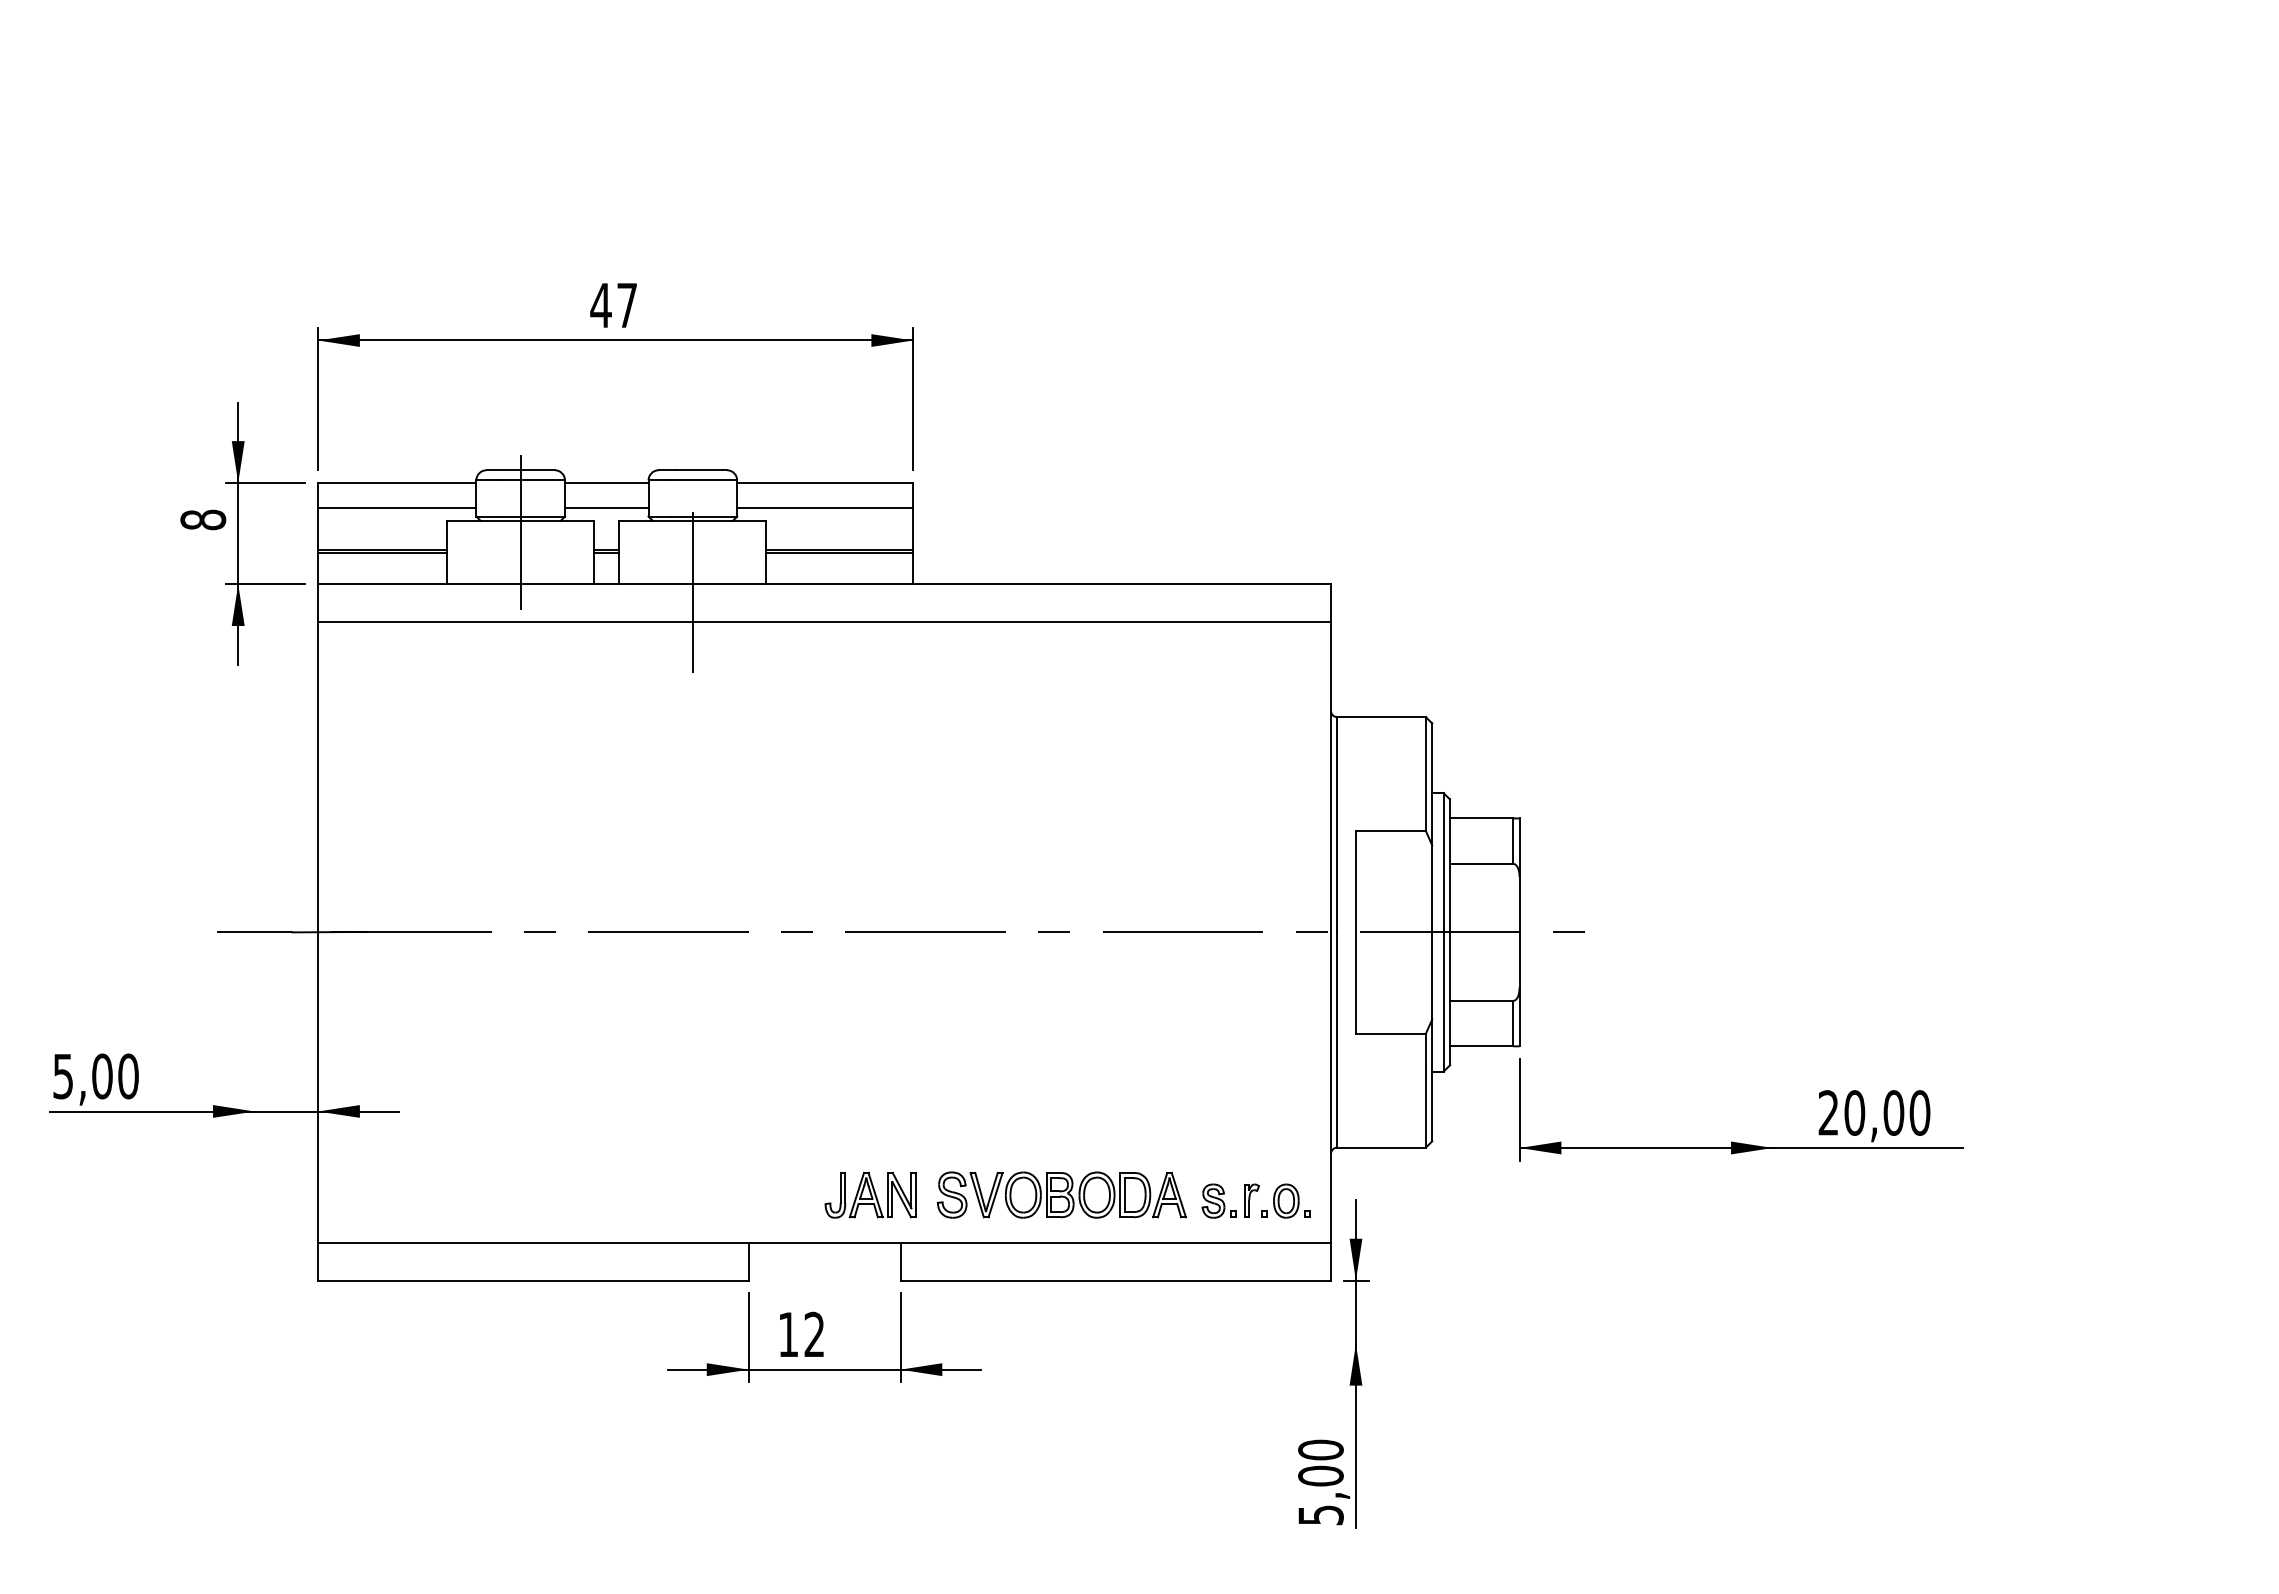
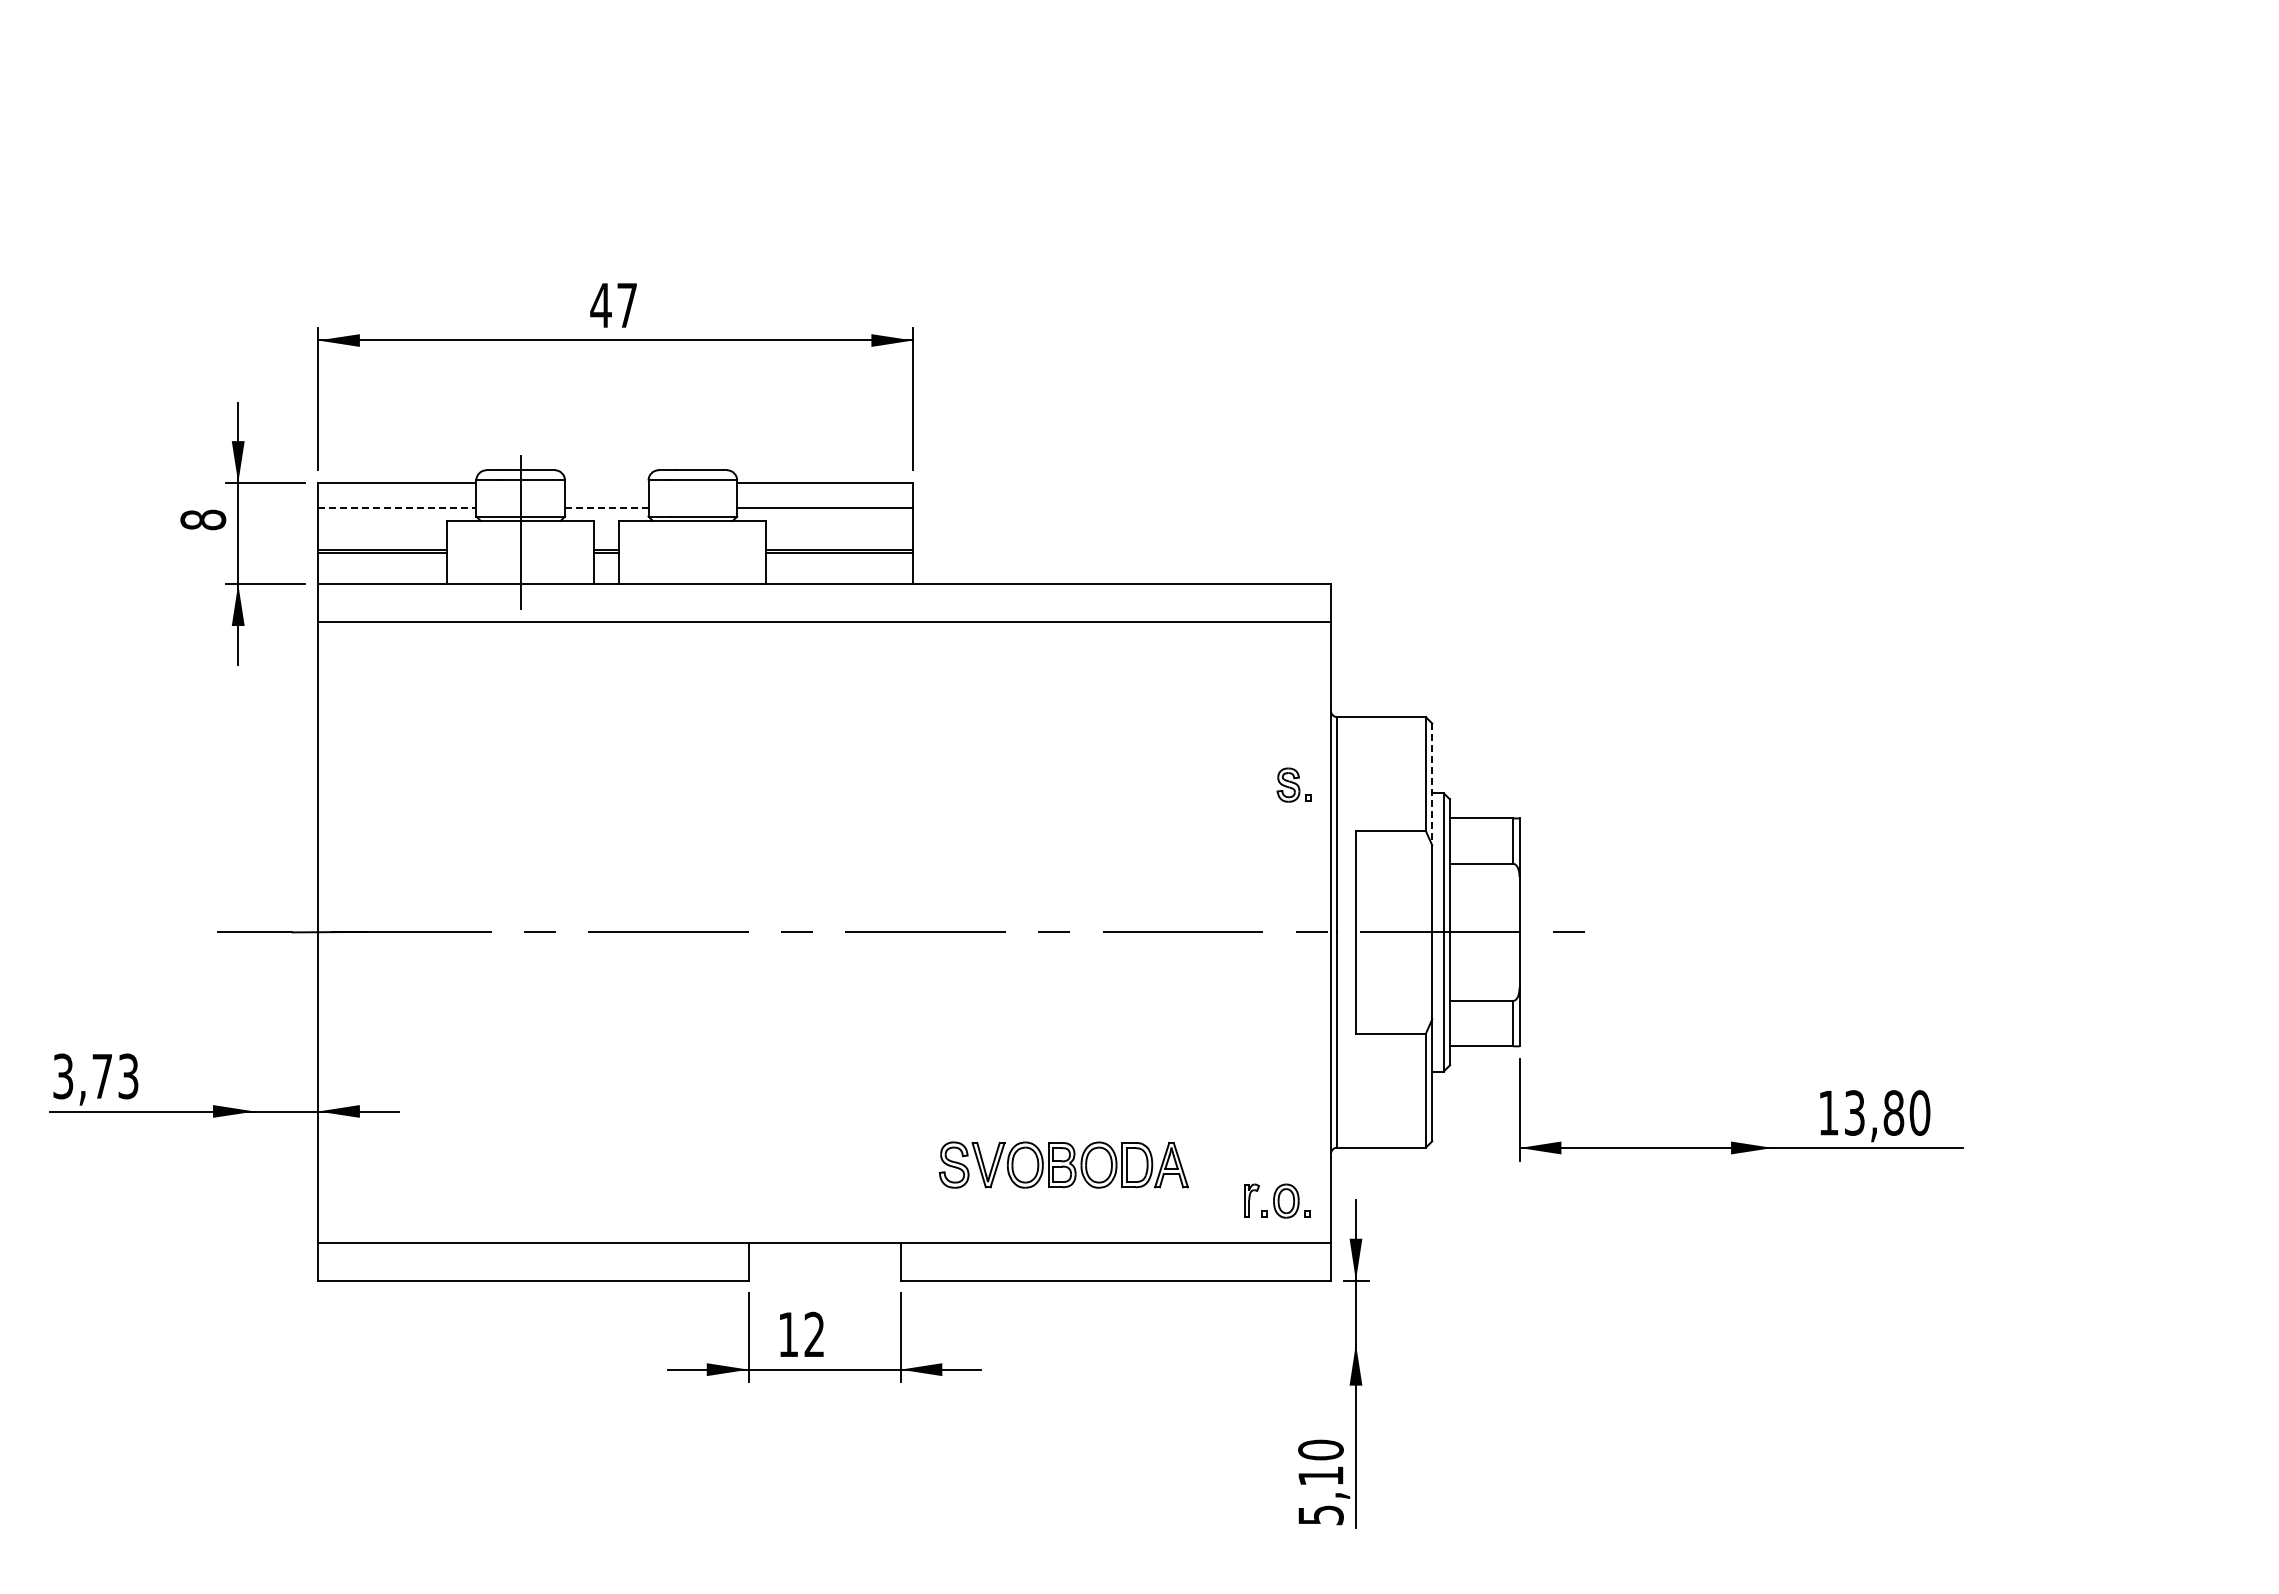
line at (606, 482): present -> none
line at (397, 508): solid -> dashed
line at (606, 508): solid -> dashed
line at (692, 591): present -> none
line at (1432, 784): solid -> dashed
text at (95, 1076): 5,00 -> 3,73
text at (1861, 1112): 20,00 -> 13,80
part at (1061, 1194) position: (1061, 1194) -> (1063, 1164)
part at (870, 1195): present -> none
part at (1218, 1200) position: (1218, 1200) -> (1293, 784)
text at (1320, 1475): 5,00 -> 5,10
